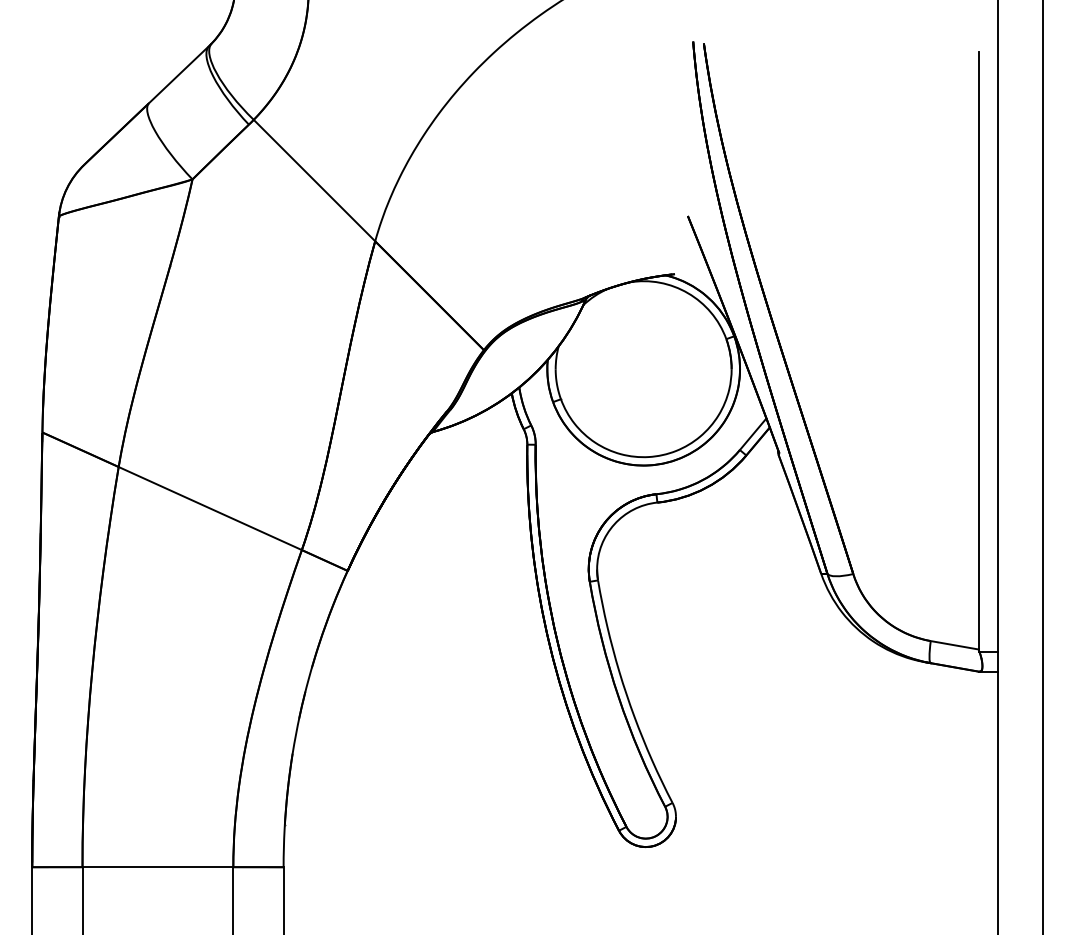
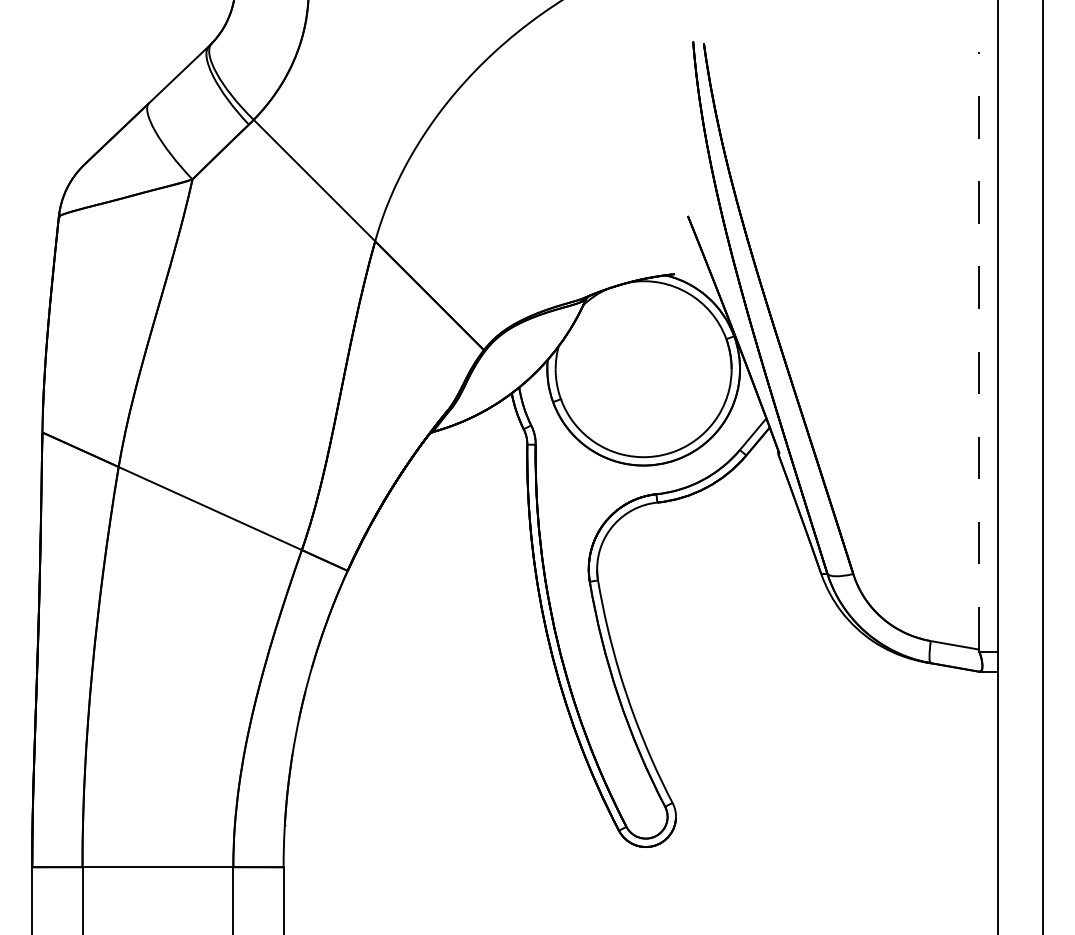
line at (978, 350): solid -> dashed
